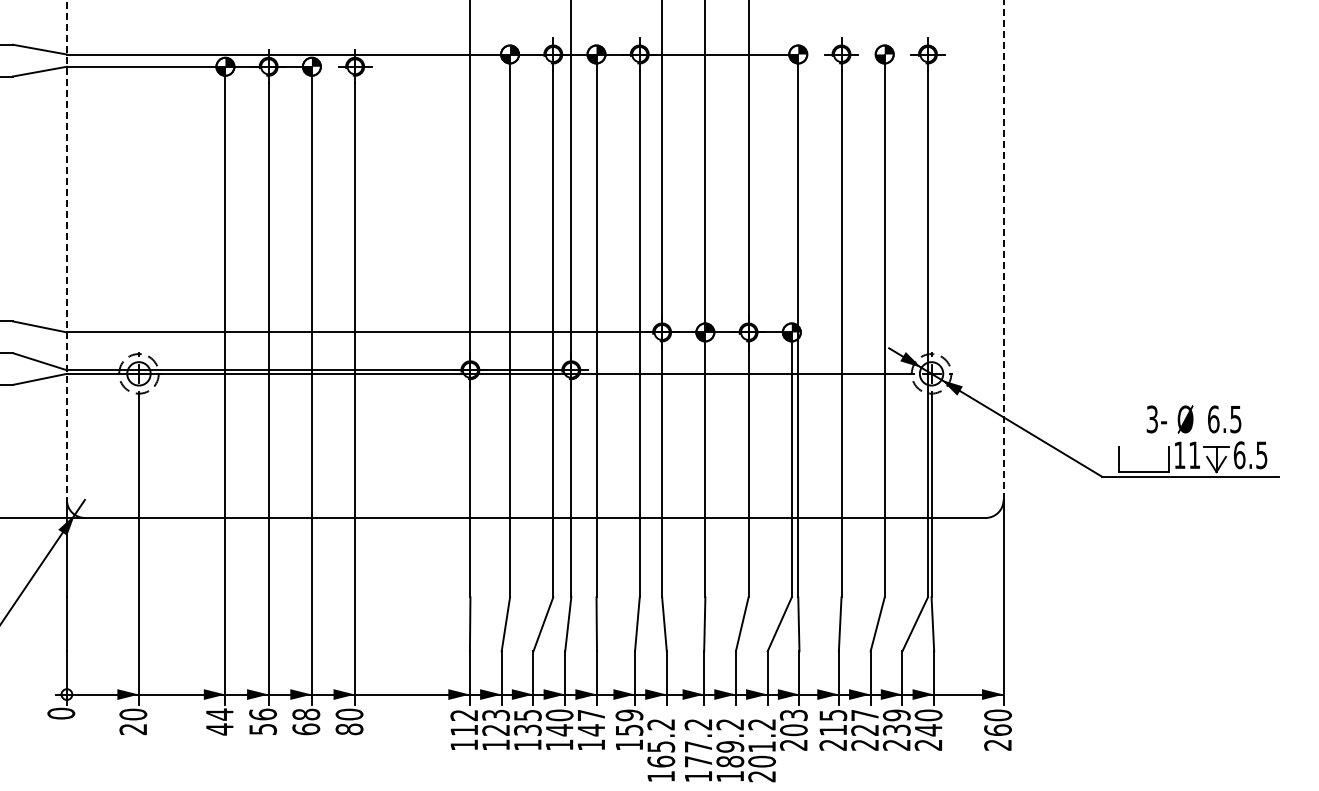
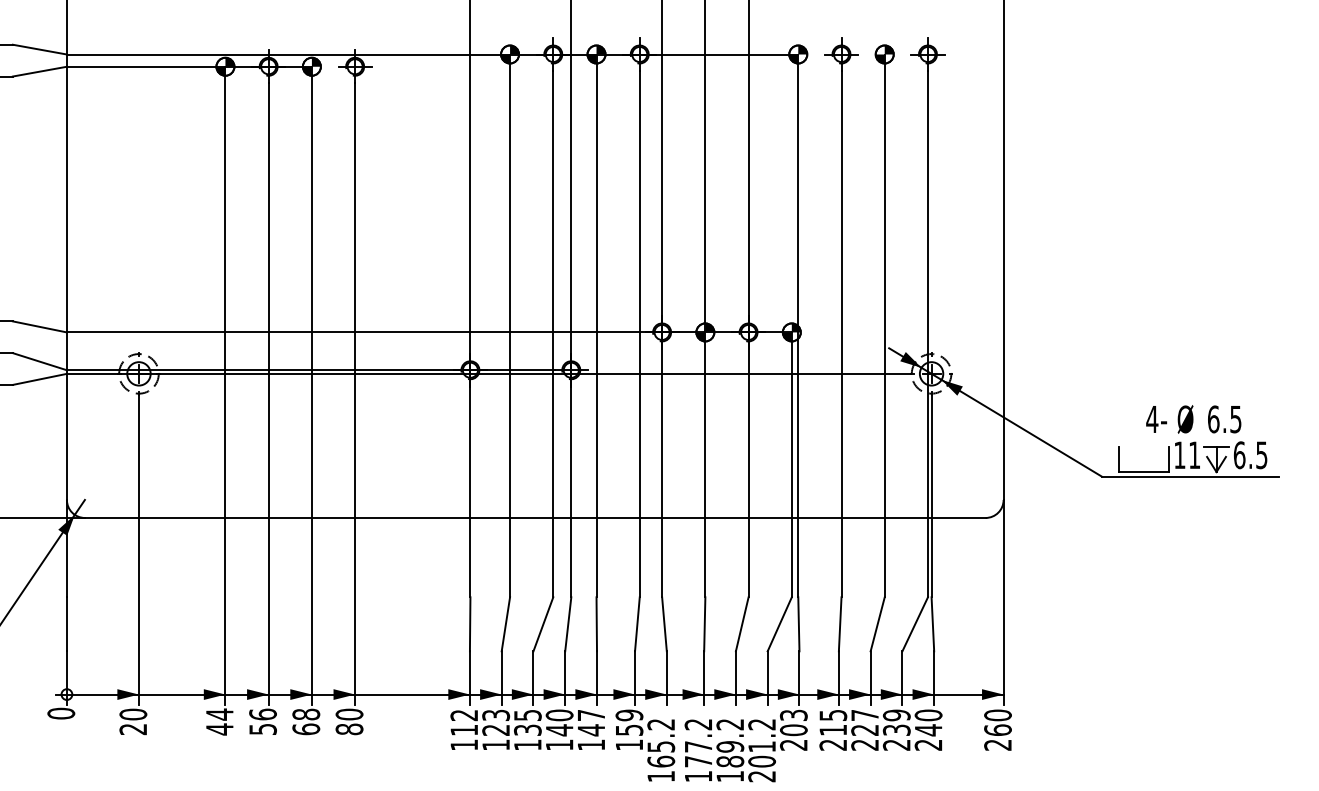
line at (66, 250): dashed -> solid
line at (1003, 250): dashed -> solid
text at (1152, 419): 3- -> 4-
